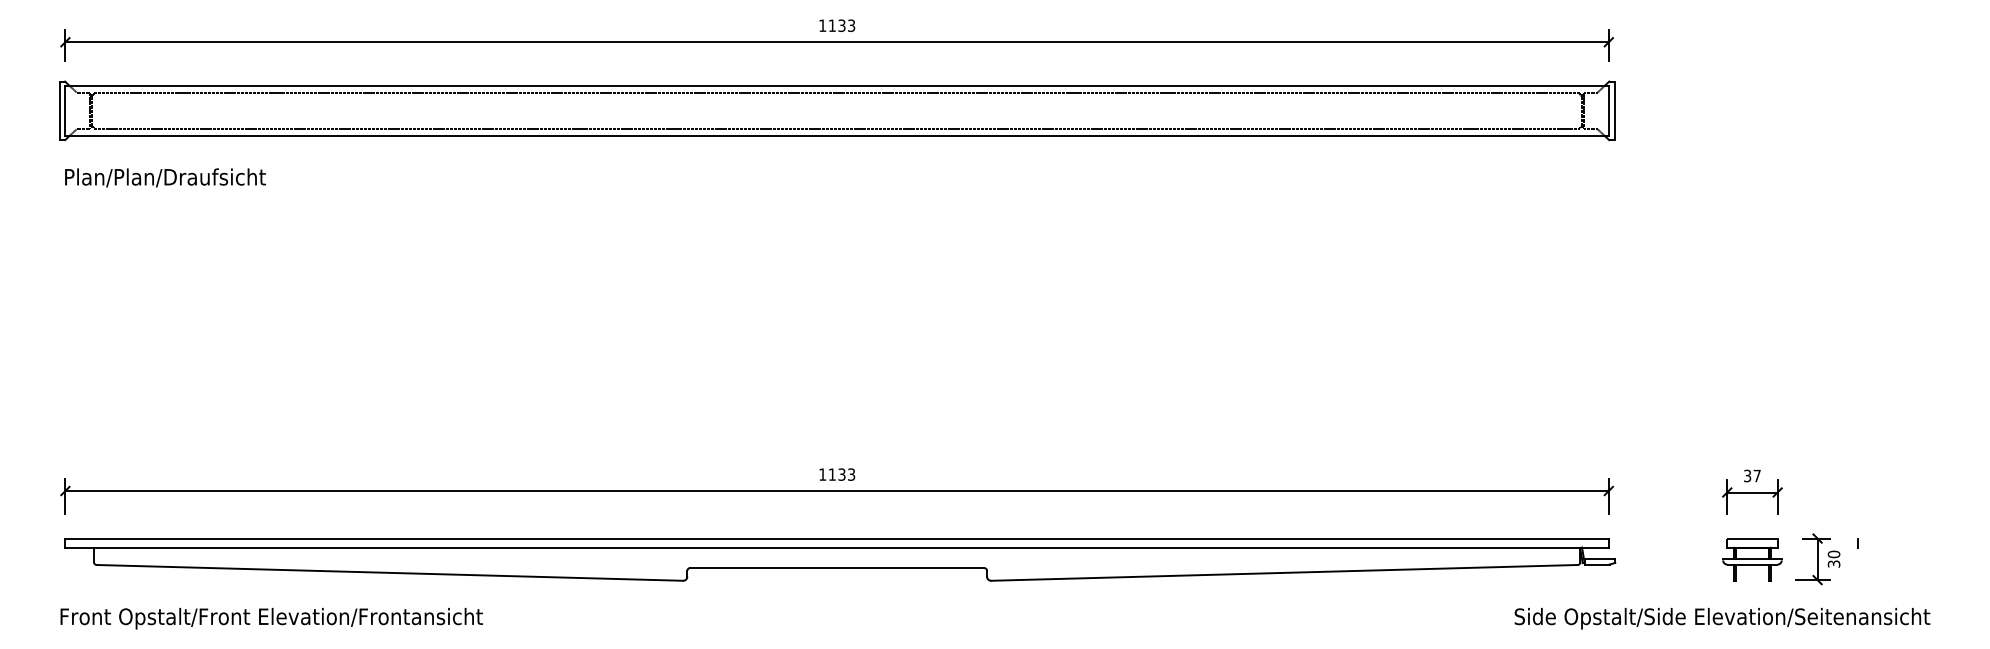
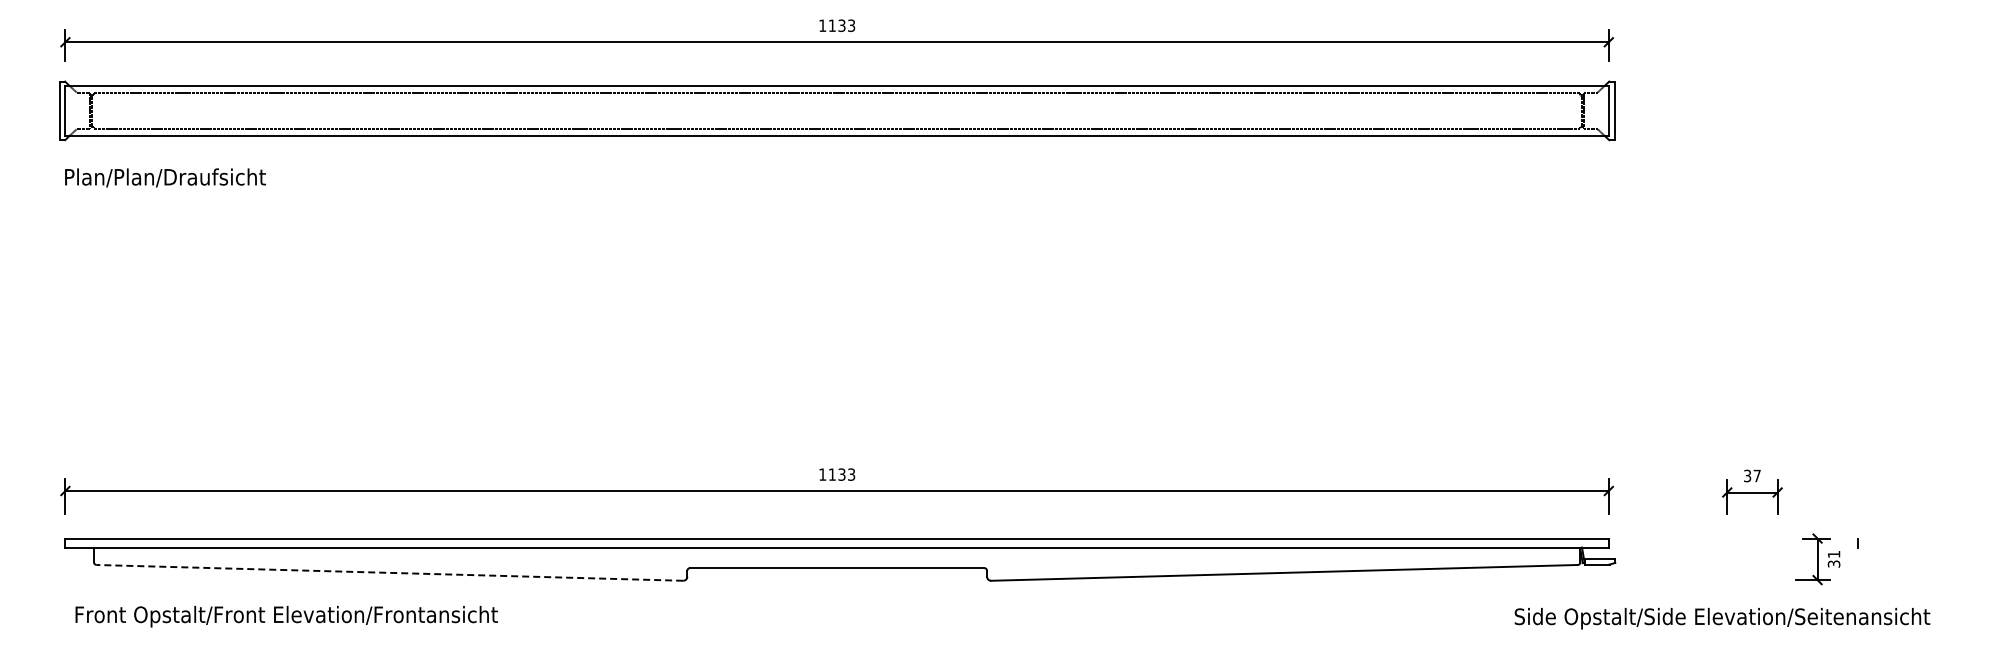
text at (1833, 554): 30 -> 31
part at (1752, 559): present -> none
line at (389, 572): solid -> dashed
text at (271, 618) position: (271, 618) -> (286, 616)
